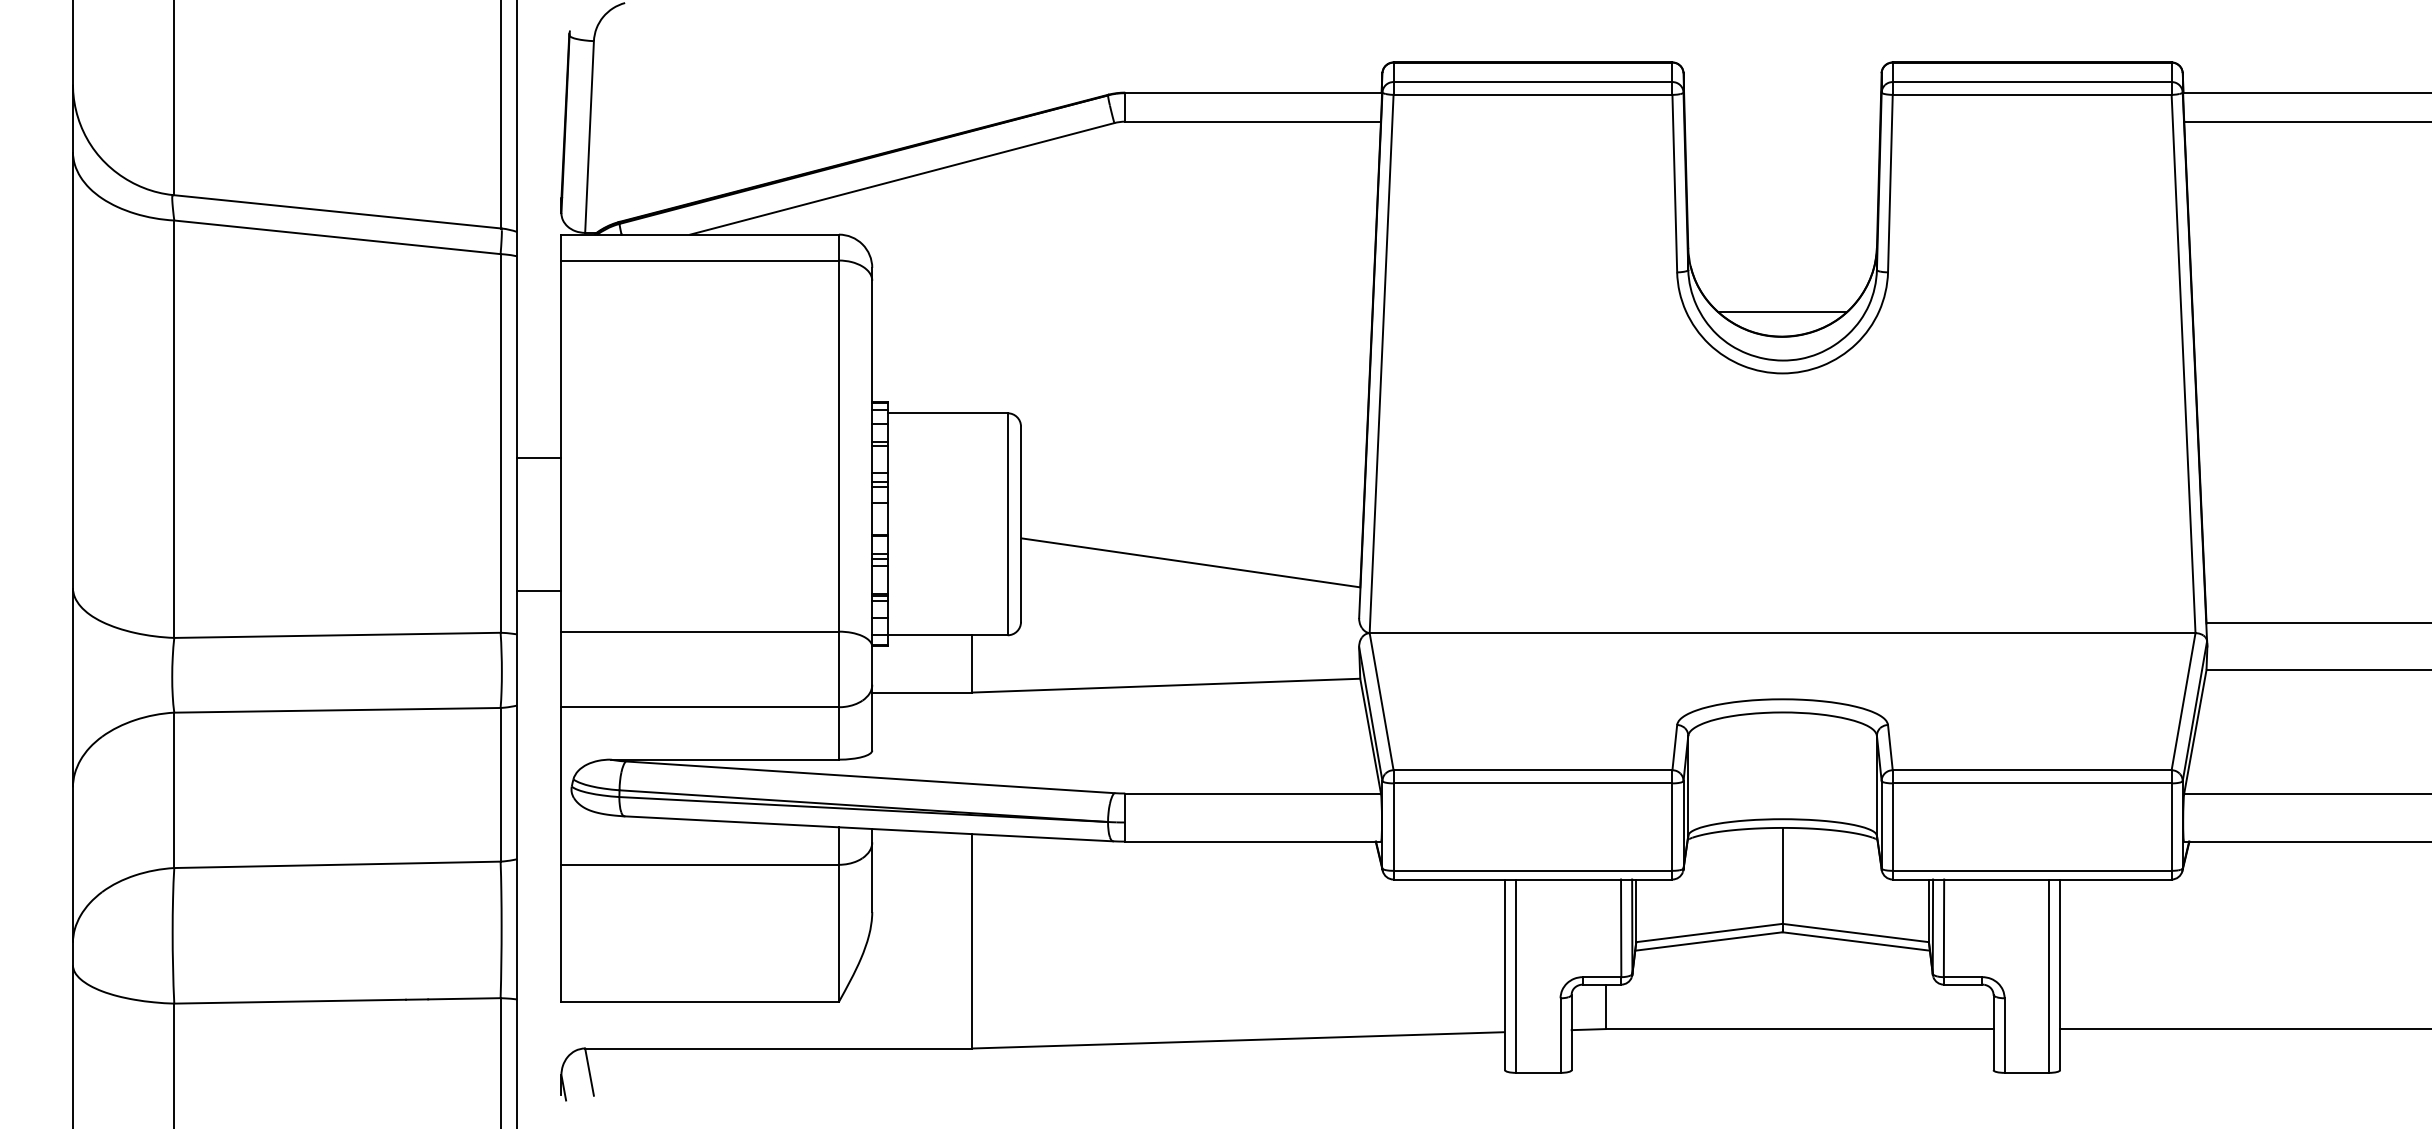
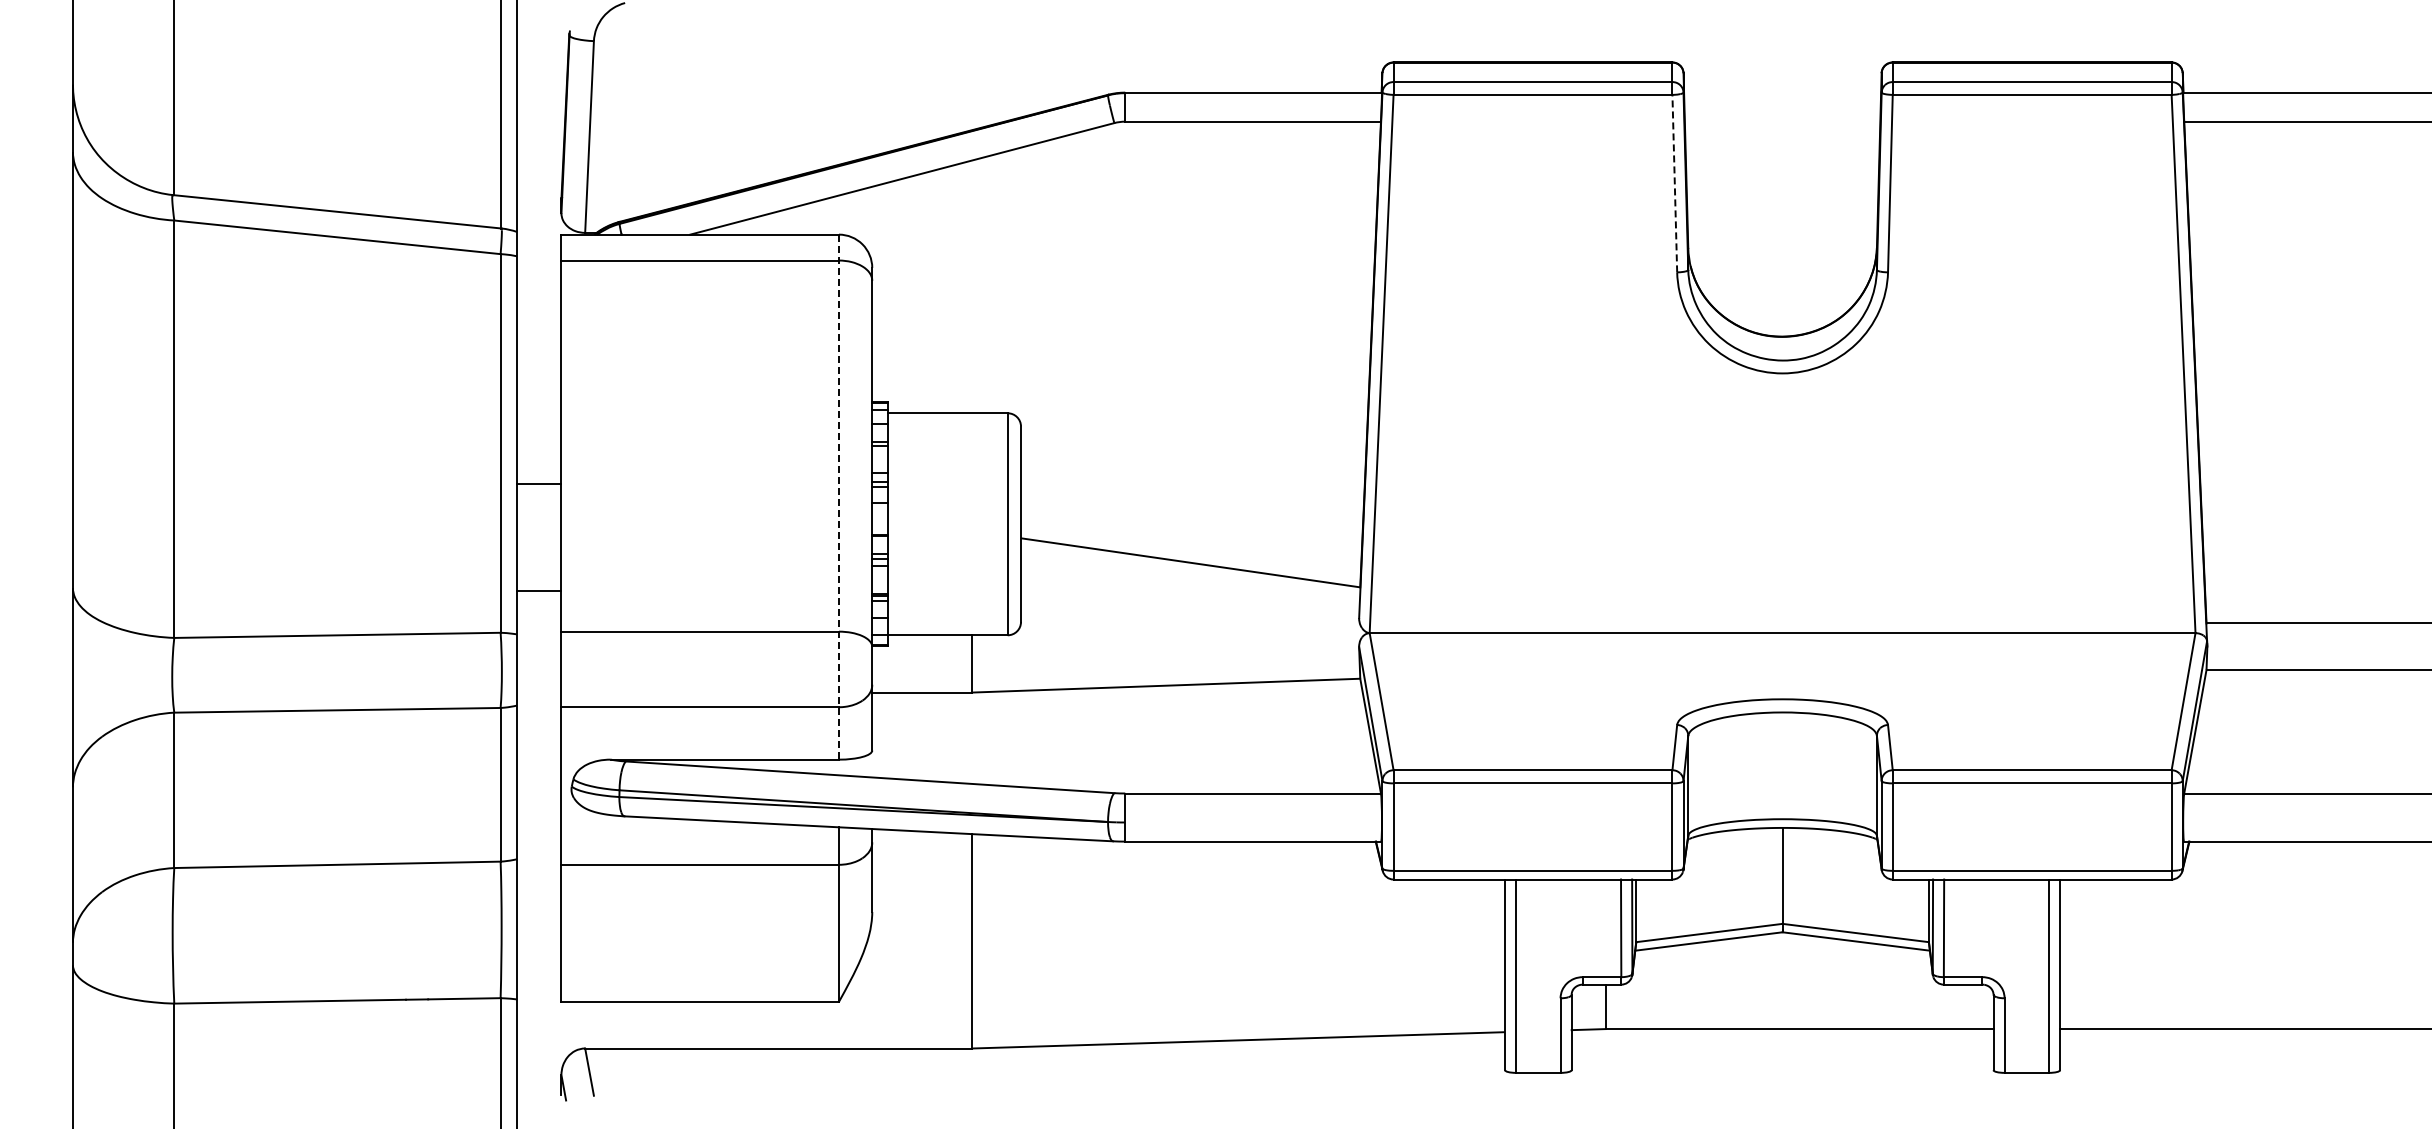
line at (1674, 183): solid -> dashed
line at (1782, 311): present -> none
line at (539, 457) position: (539, 457) -> (539, 483)
line at (838, 497): solid -> dashed
